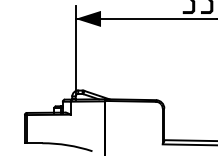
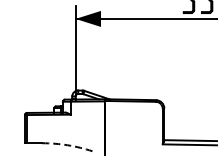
arc at (67, 145): solid -> dashed
